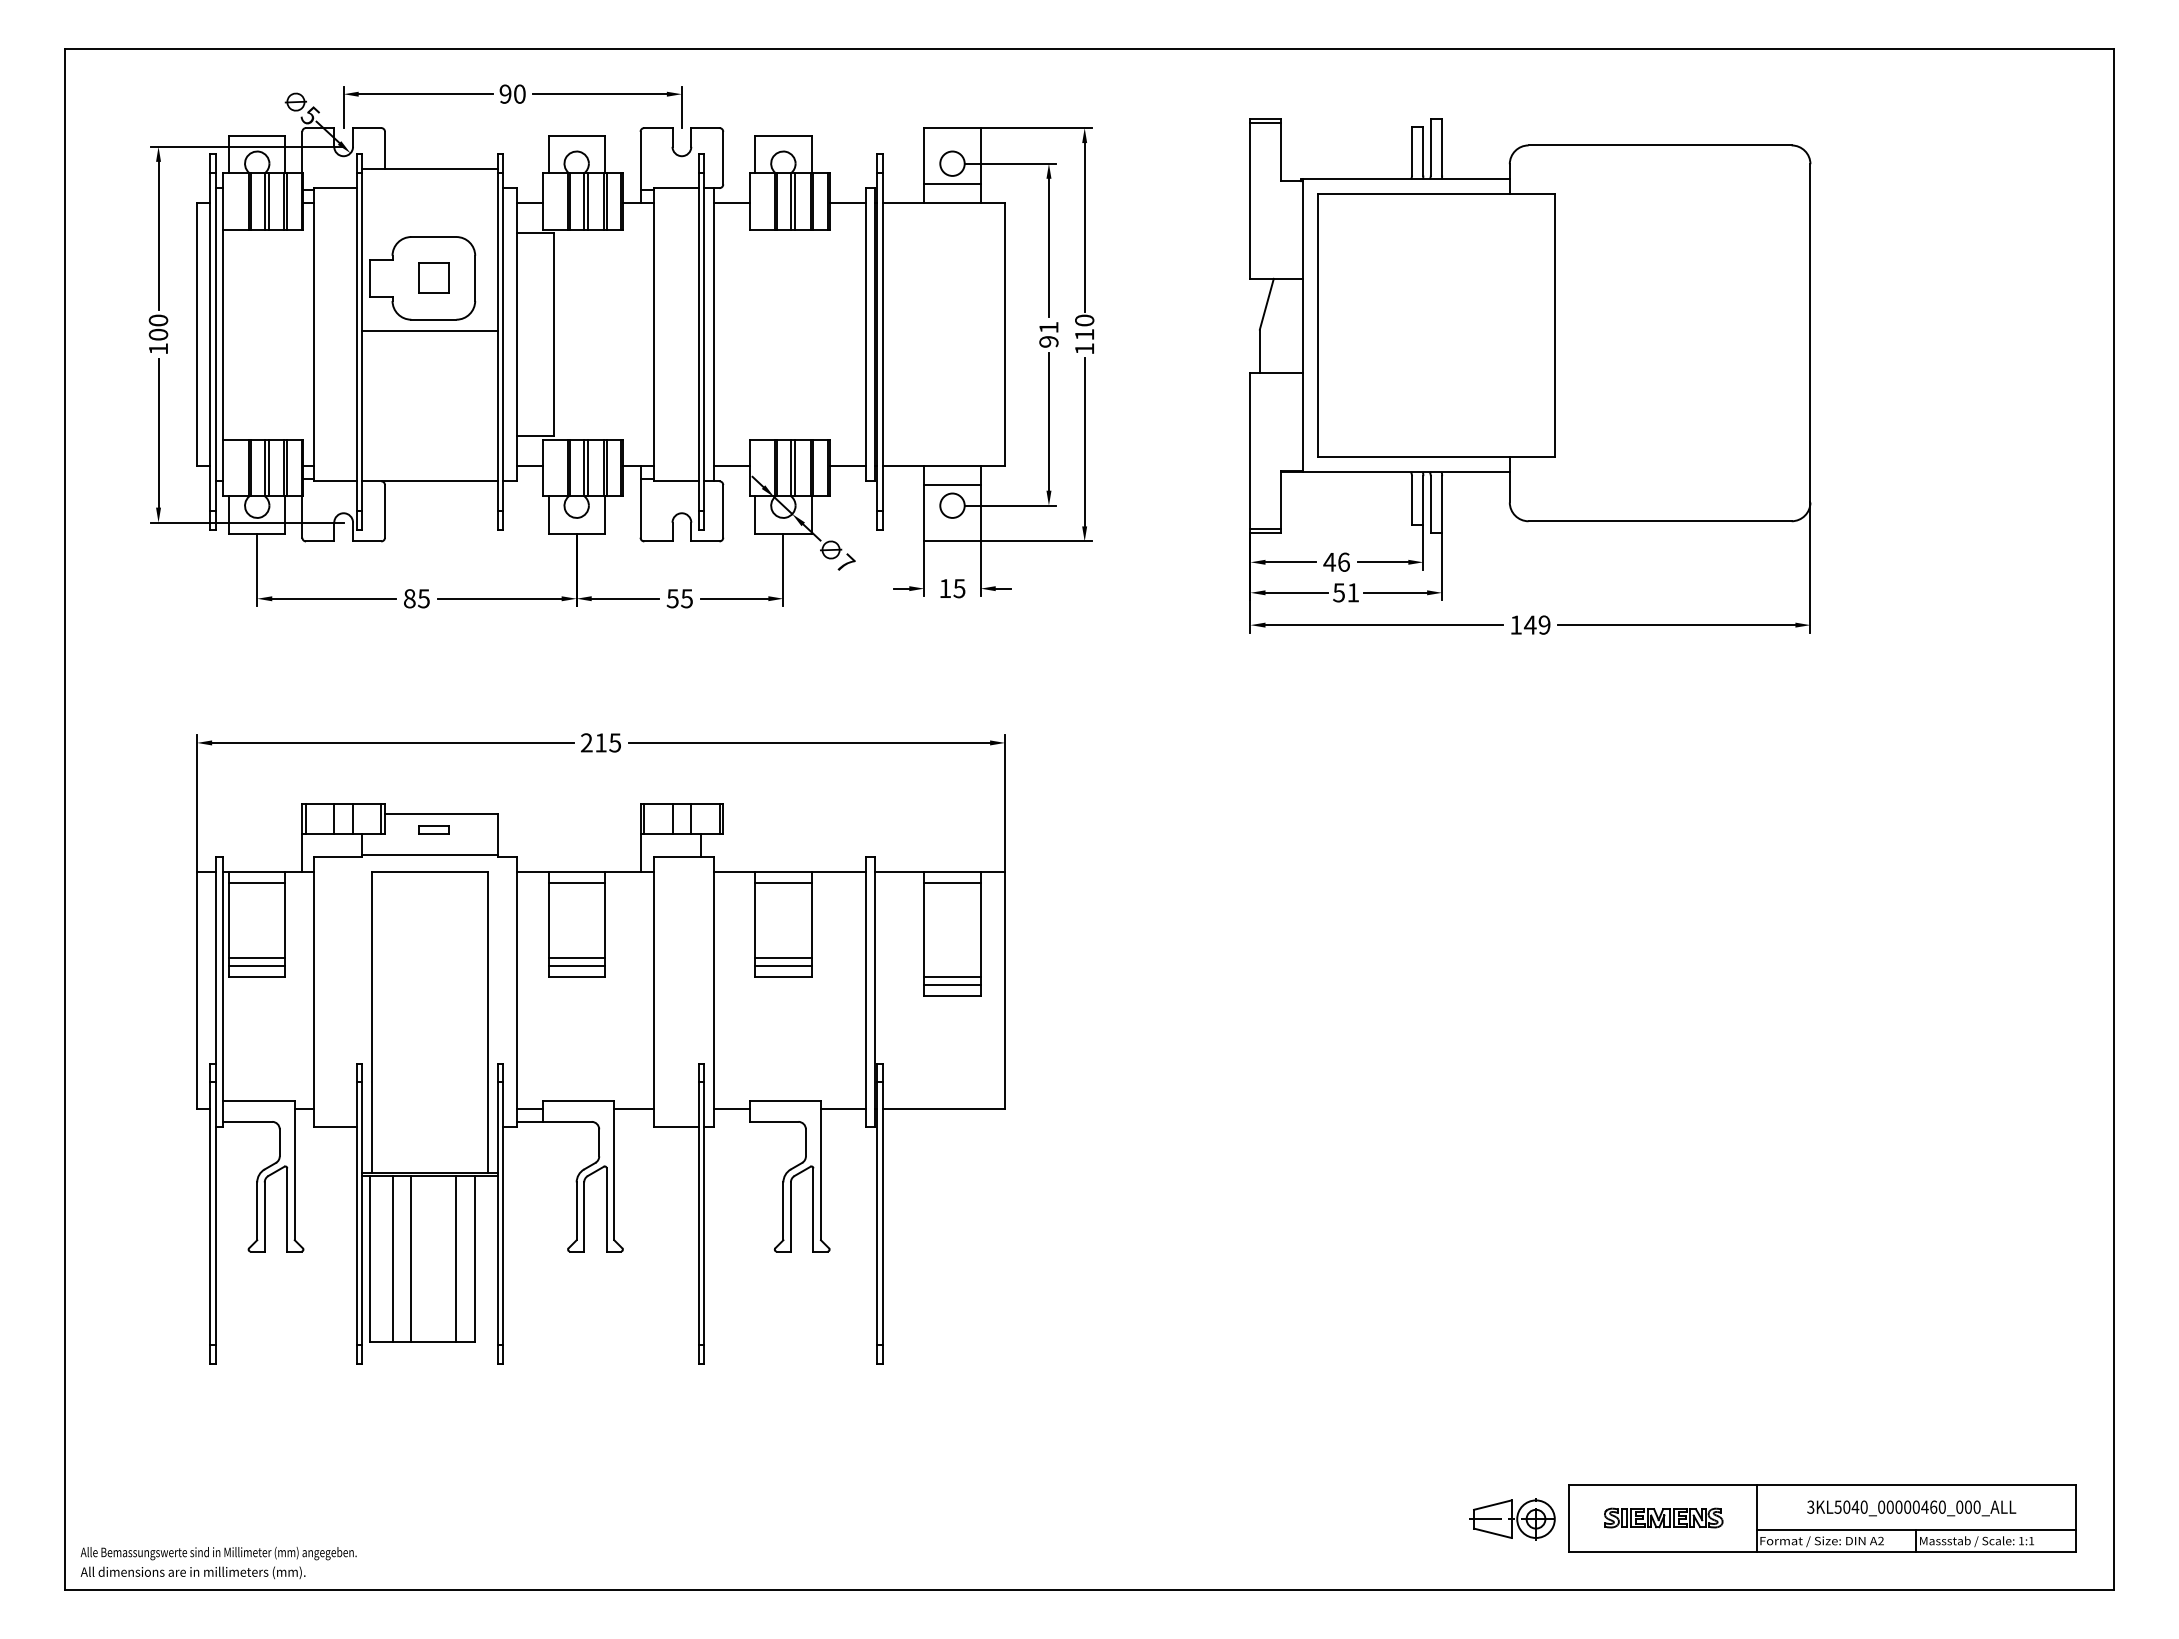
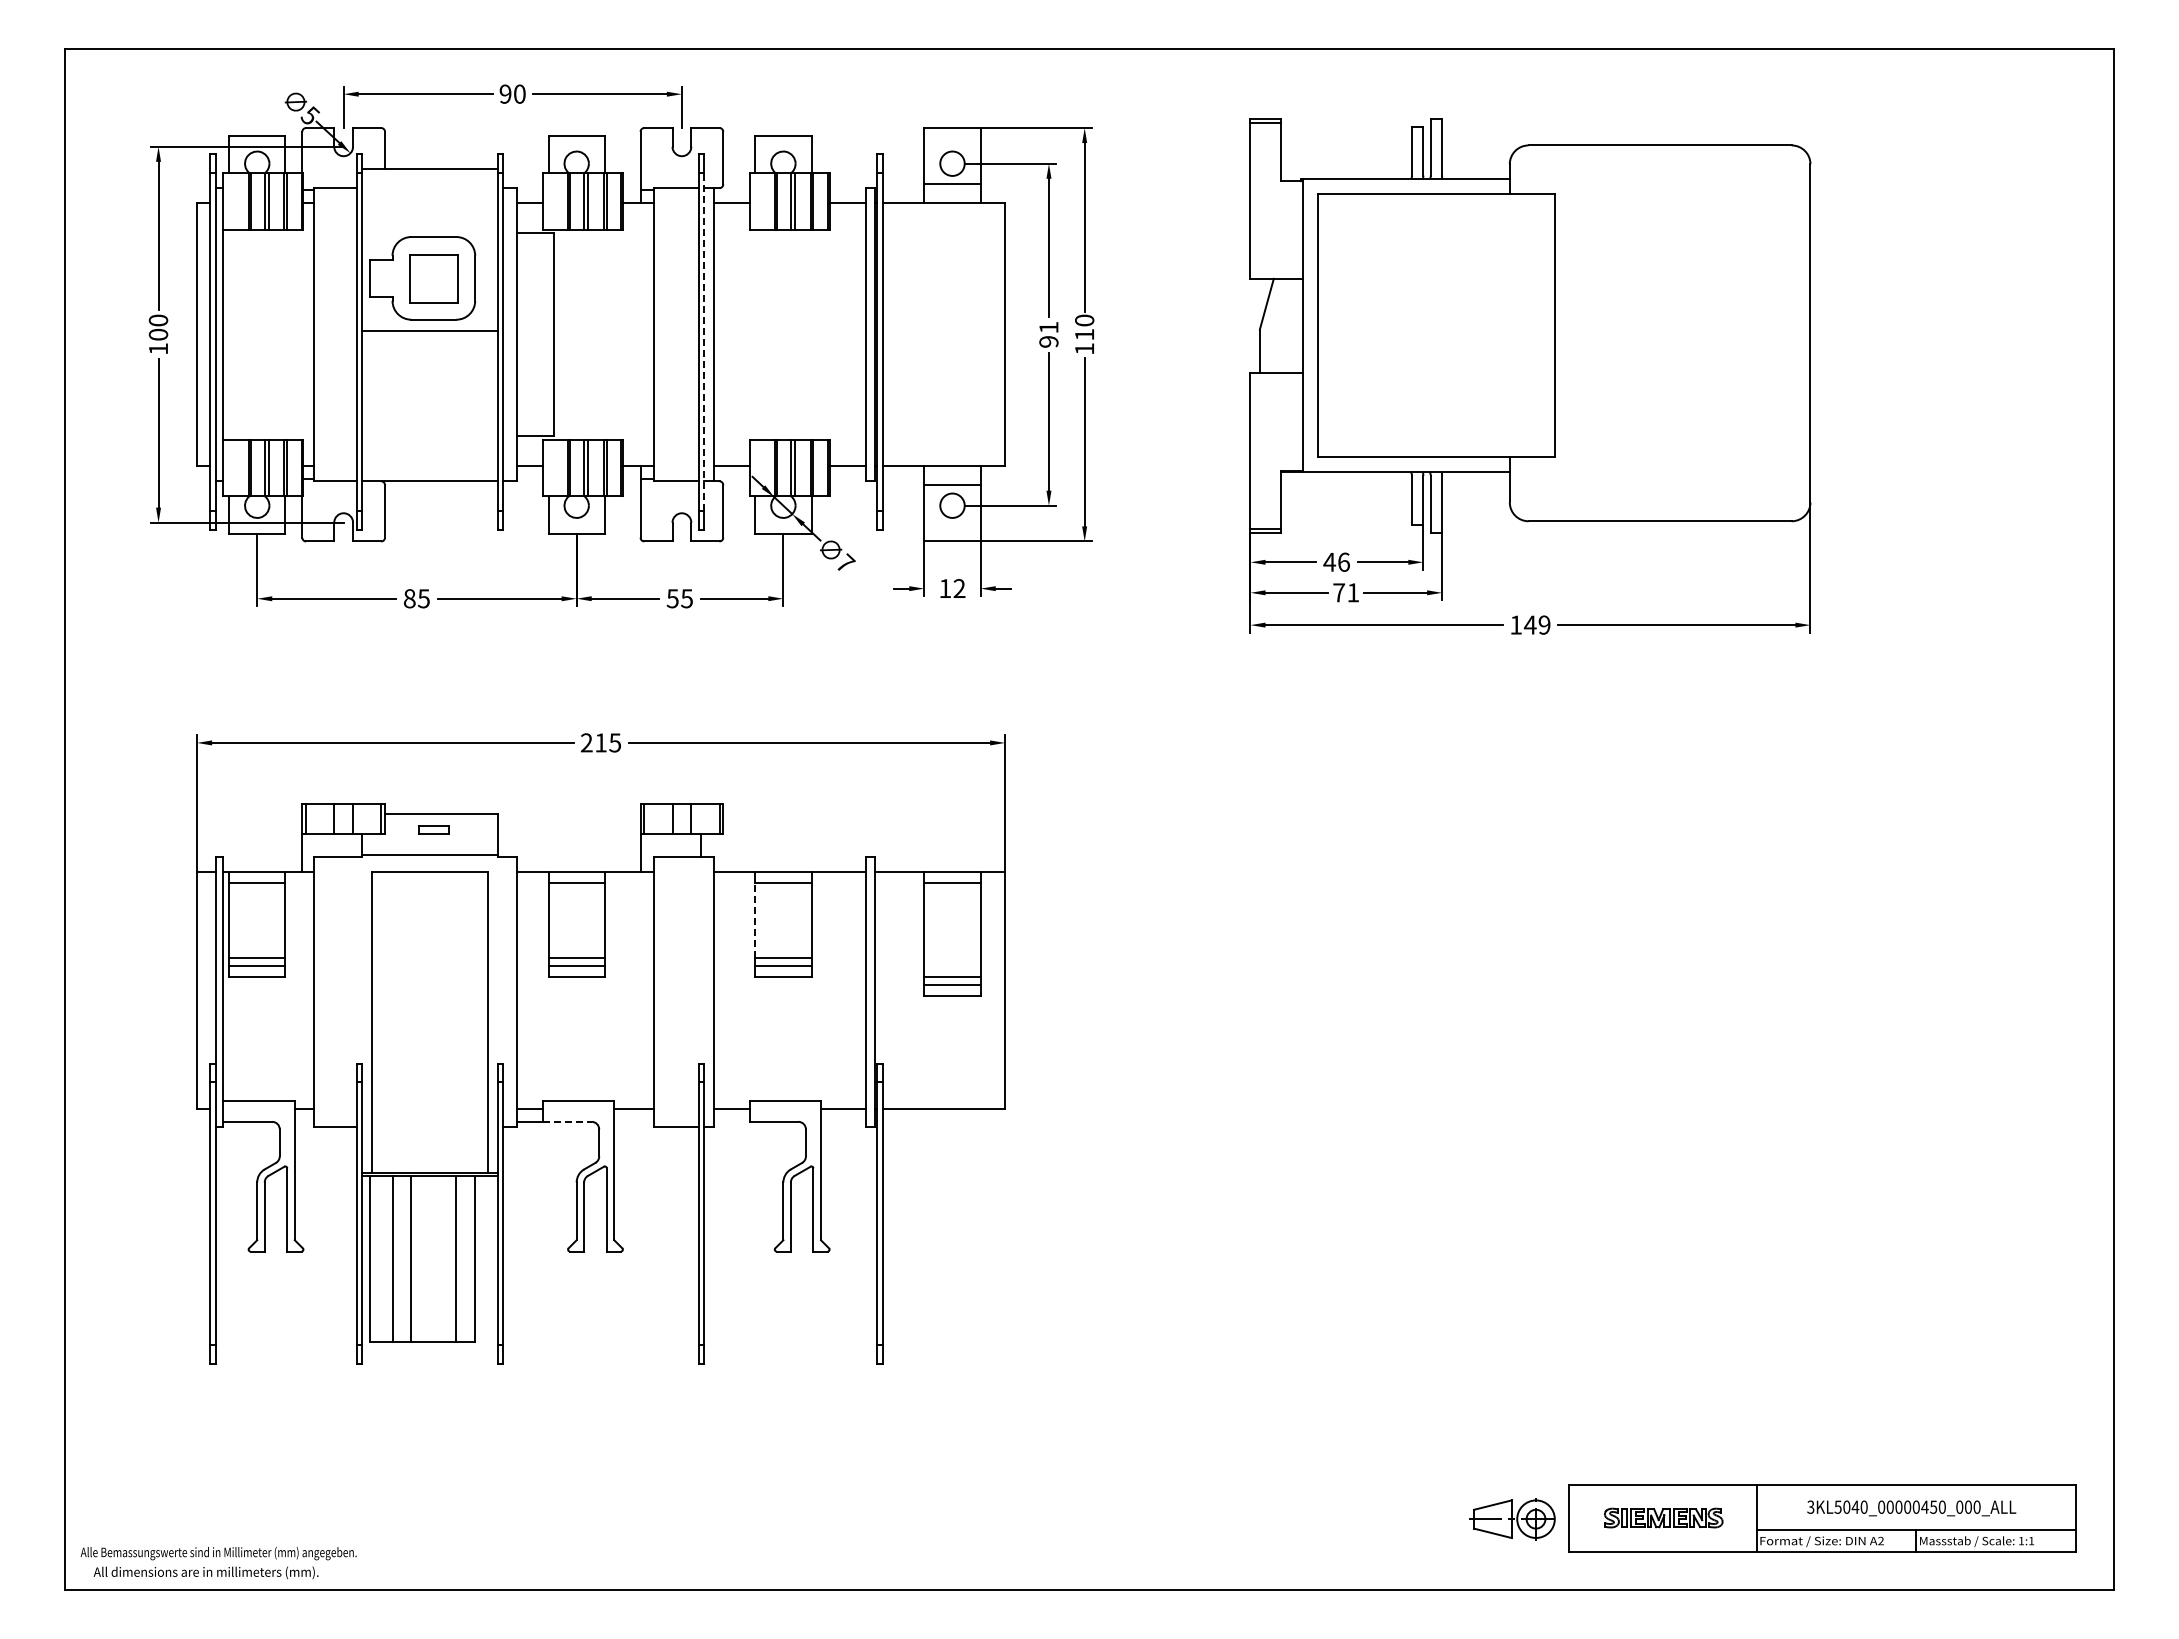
part at (433, 277) size: 32x32 px -> 50x50 px
line at (704, 341): solid -> dashed
text at (959, 588): 15 -> 12
text at (1339, 592): 51 -> 71
line at (755, 920): solid -> dashed
line at (567, 1121): solid -> dashed
text at (1933, 1506): 3KL5040_00000460_000_ALL -> 3KL5040_00000450_000_ALL
text at (192, 1572) position: (192, 1572) -> (205, 1572)
